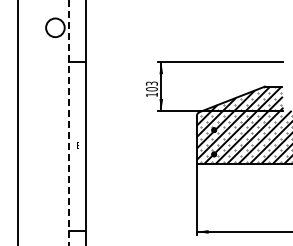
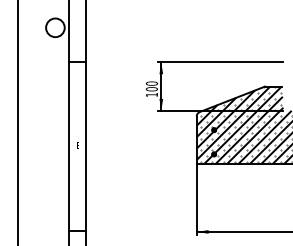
text at (151, 83): 103 -> 100
line at (68, 123): dashed -> solid
